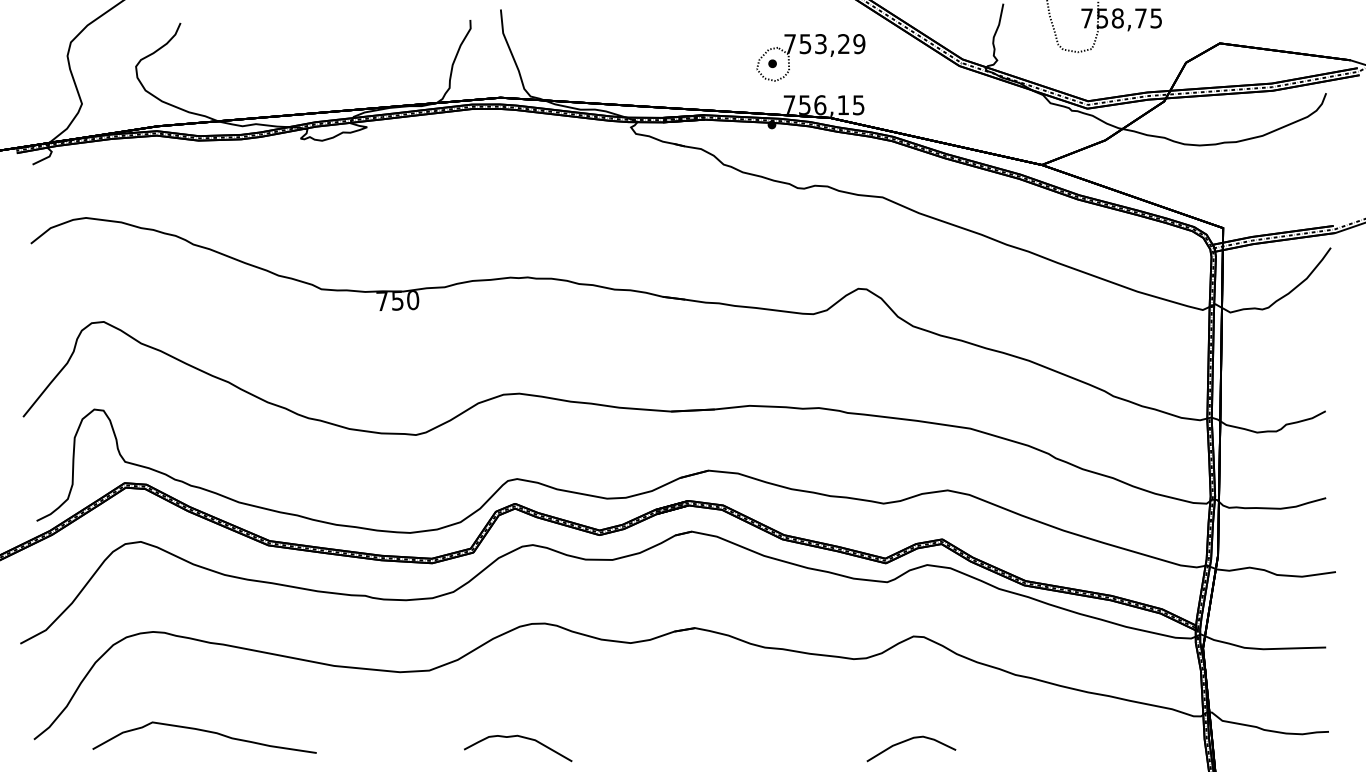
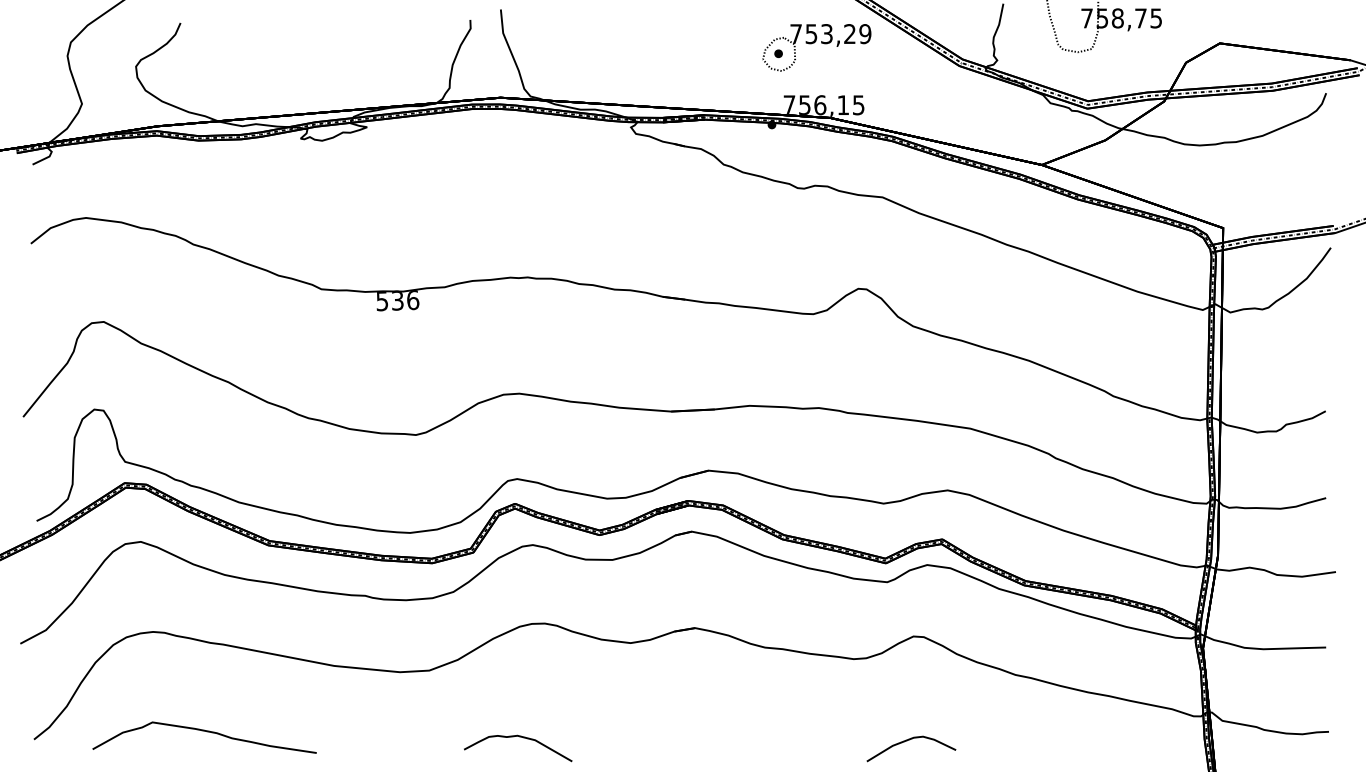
part at (810, 57) position: (810, 57) -> (816, 47)
text at (397, 300): 750 -> 536
